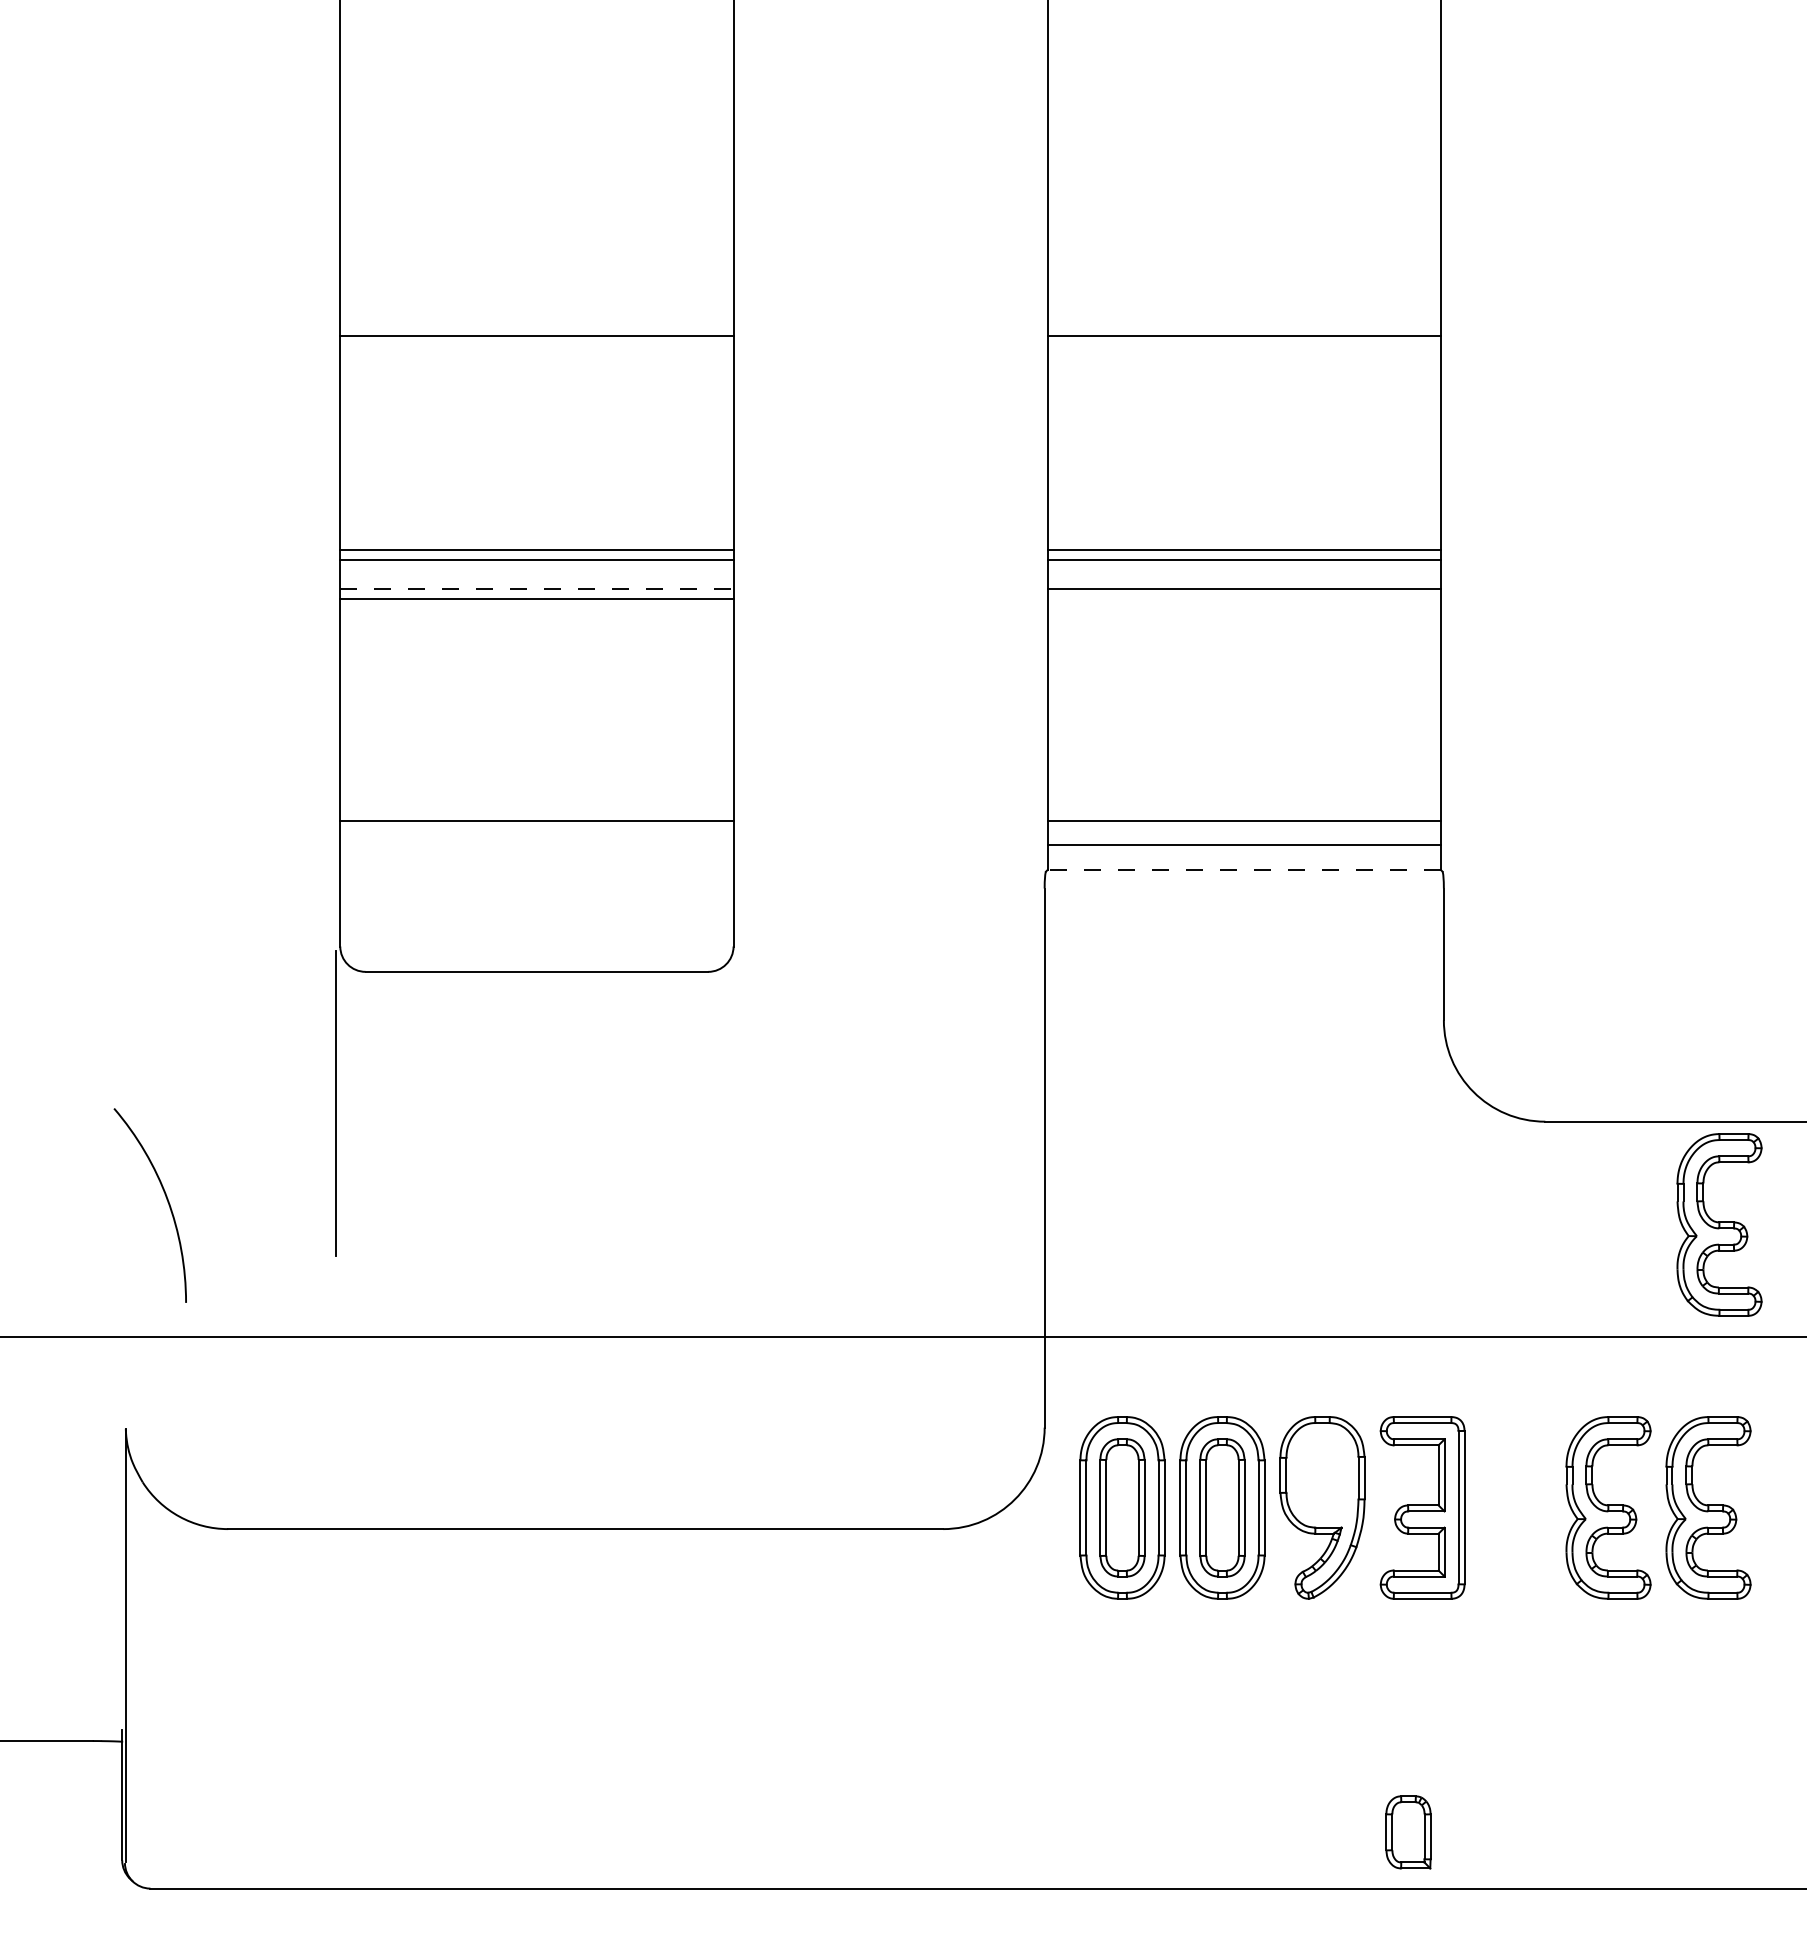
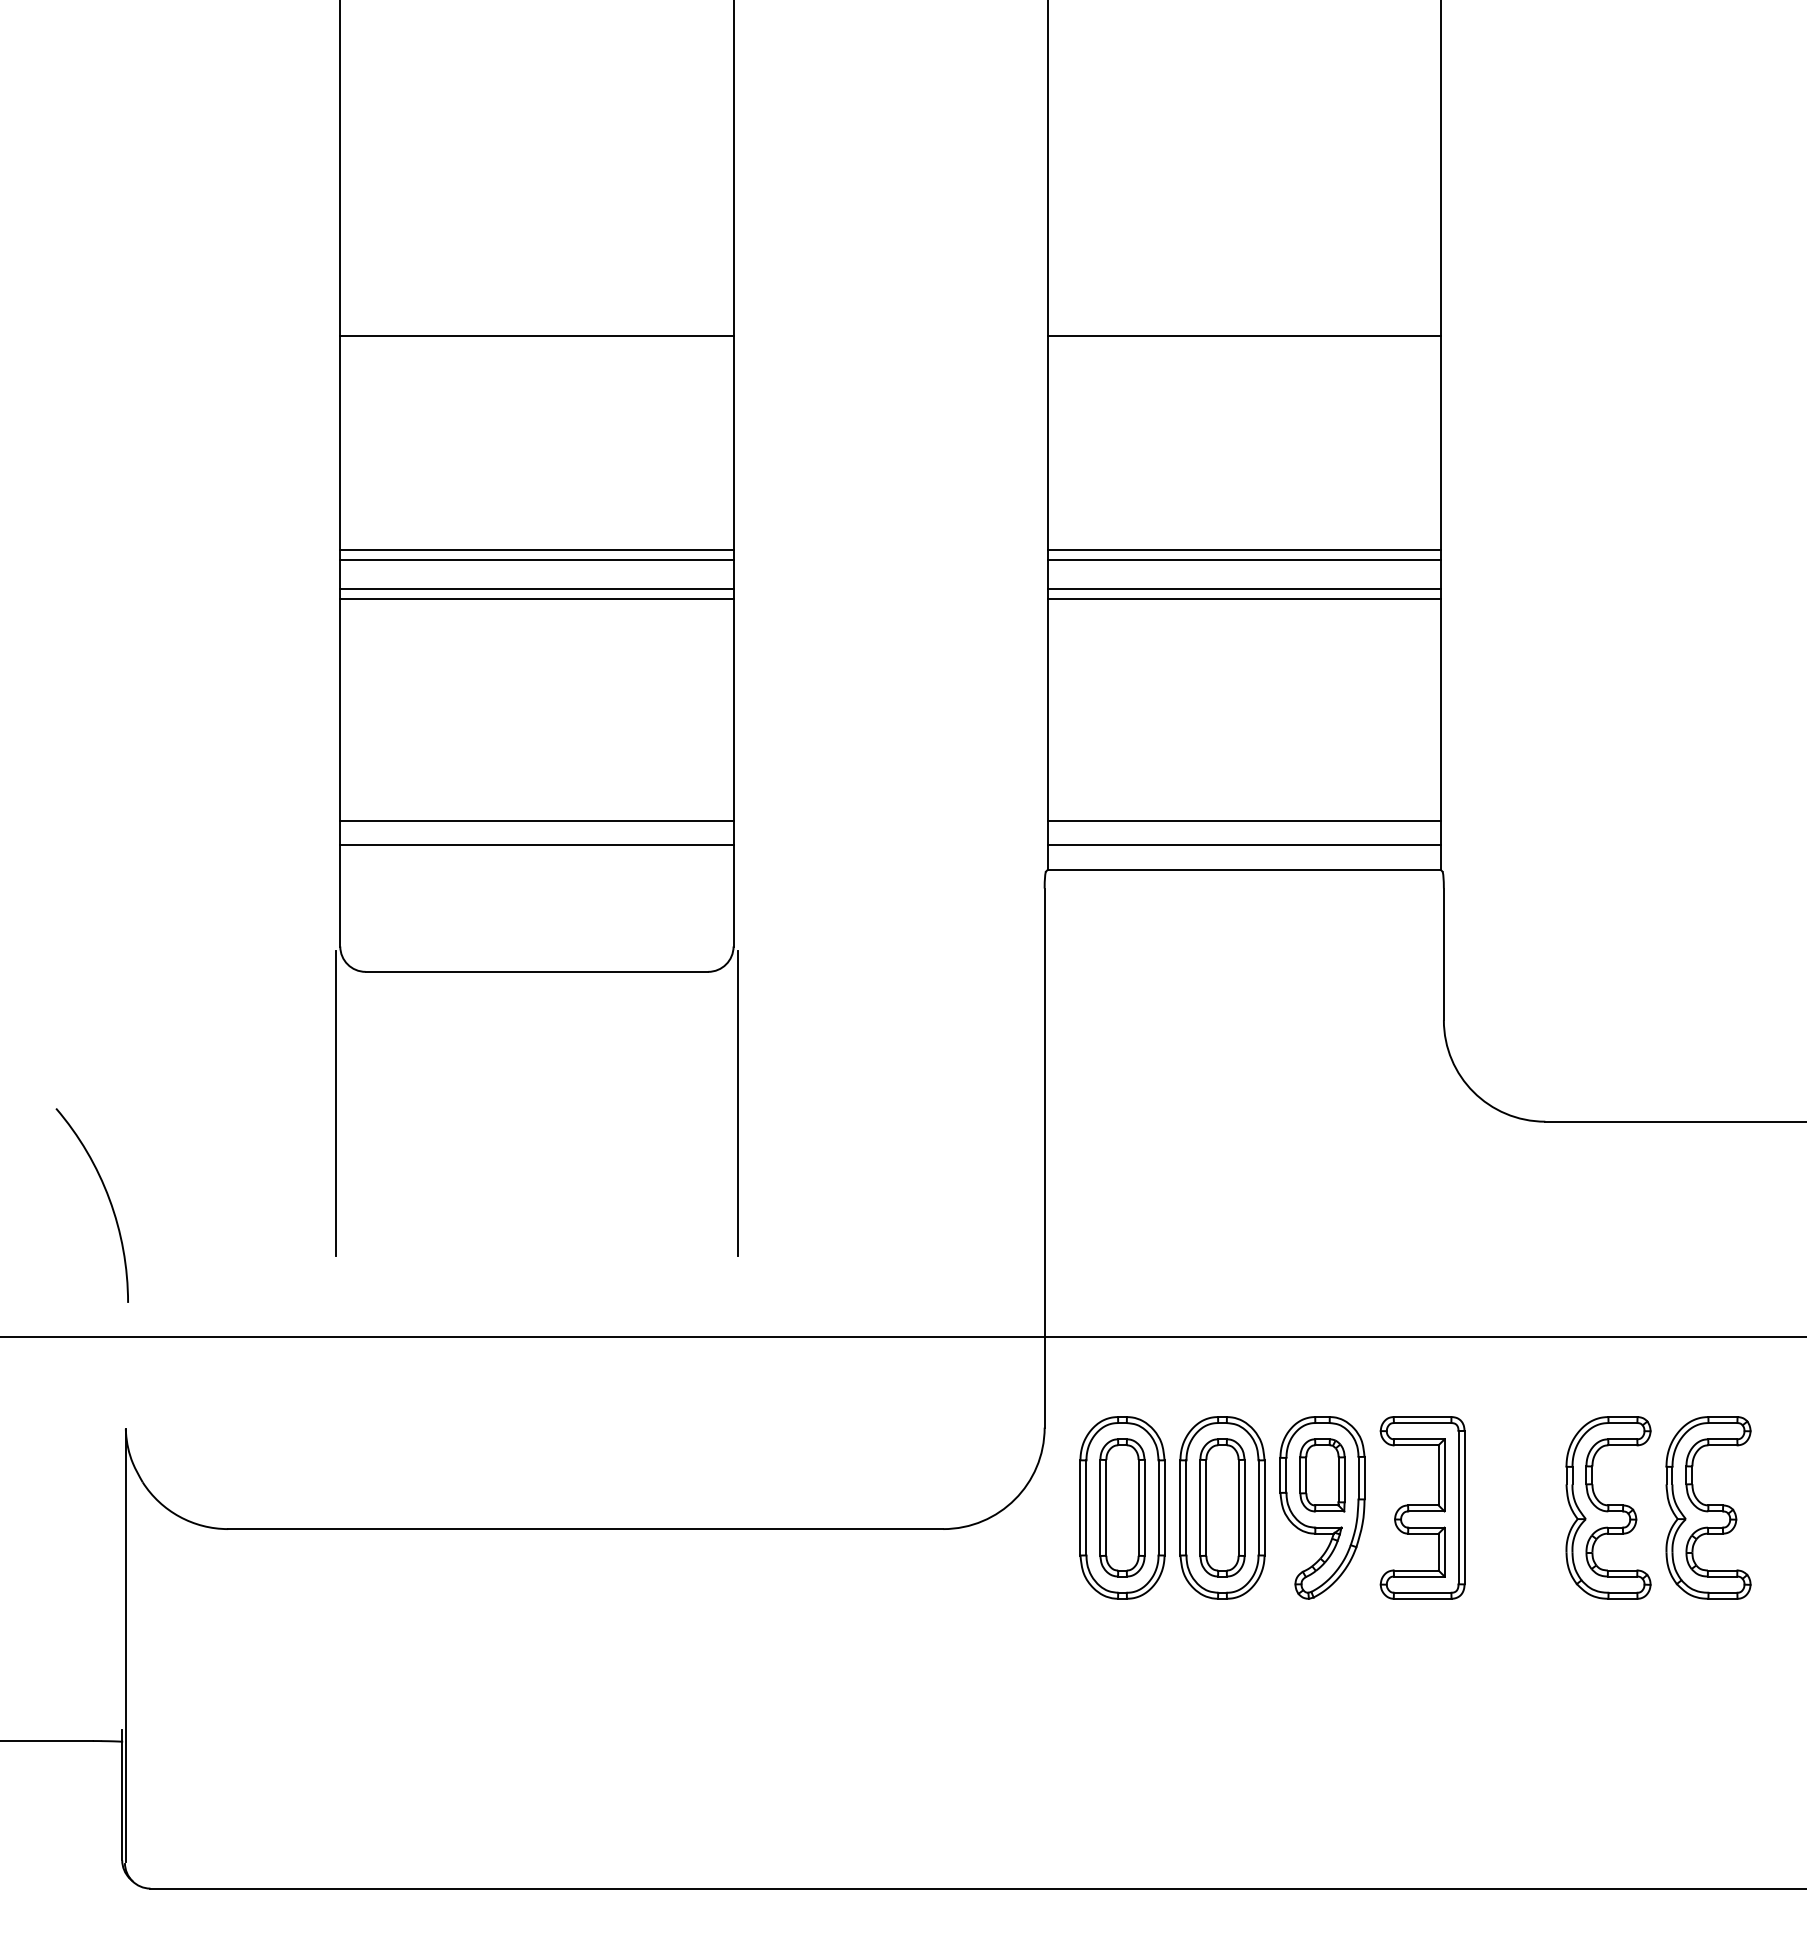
line at (536, 588): dashed -> solid
line at (1243, 598): none -> present
line at (536, 844): none -> present
line at (1244, 870): dashed -> solid
line at (737, 1103): none -> present
arc at (165, 1197) position: (165, 1197) -> (107, 1197)
part at (1719, 1224): present -> none
part at (1408, 1832) position: (1408, 1832) -> (1322, 1475)
